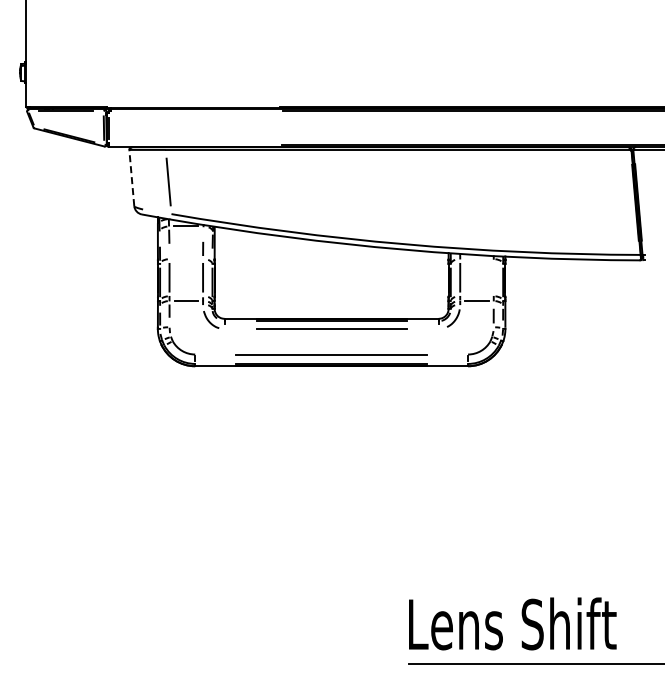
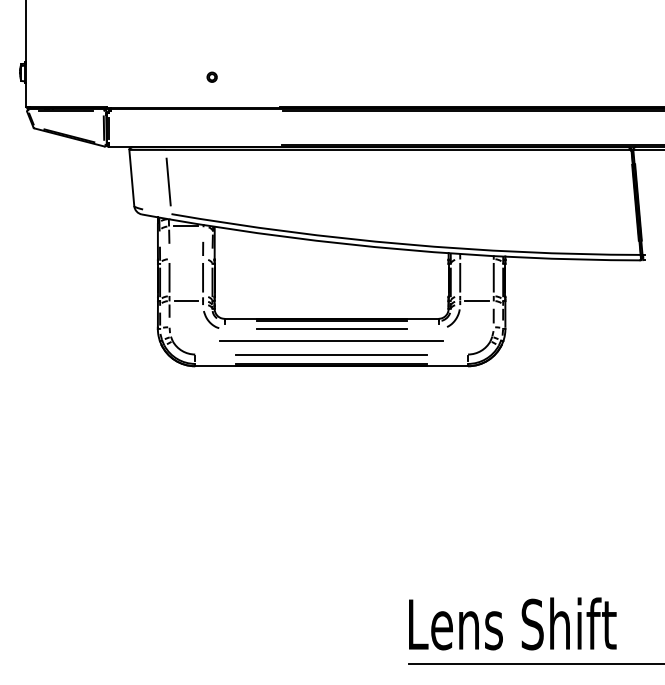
part at (211, 76): none -> present
line at (131, 177): dashed -> solid
line at (493, 277): none -> present
line at (331, 340): none -> present
